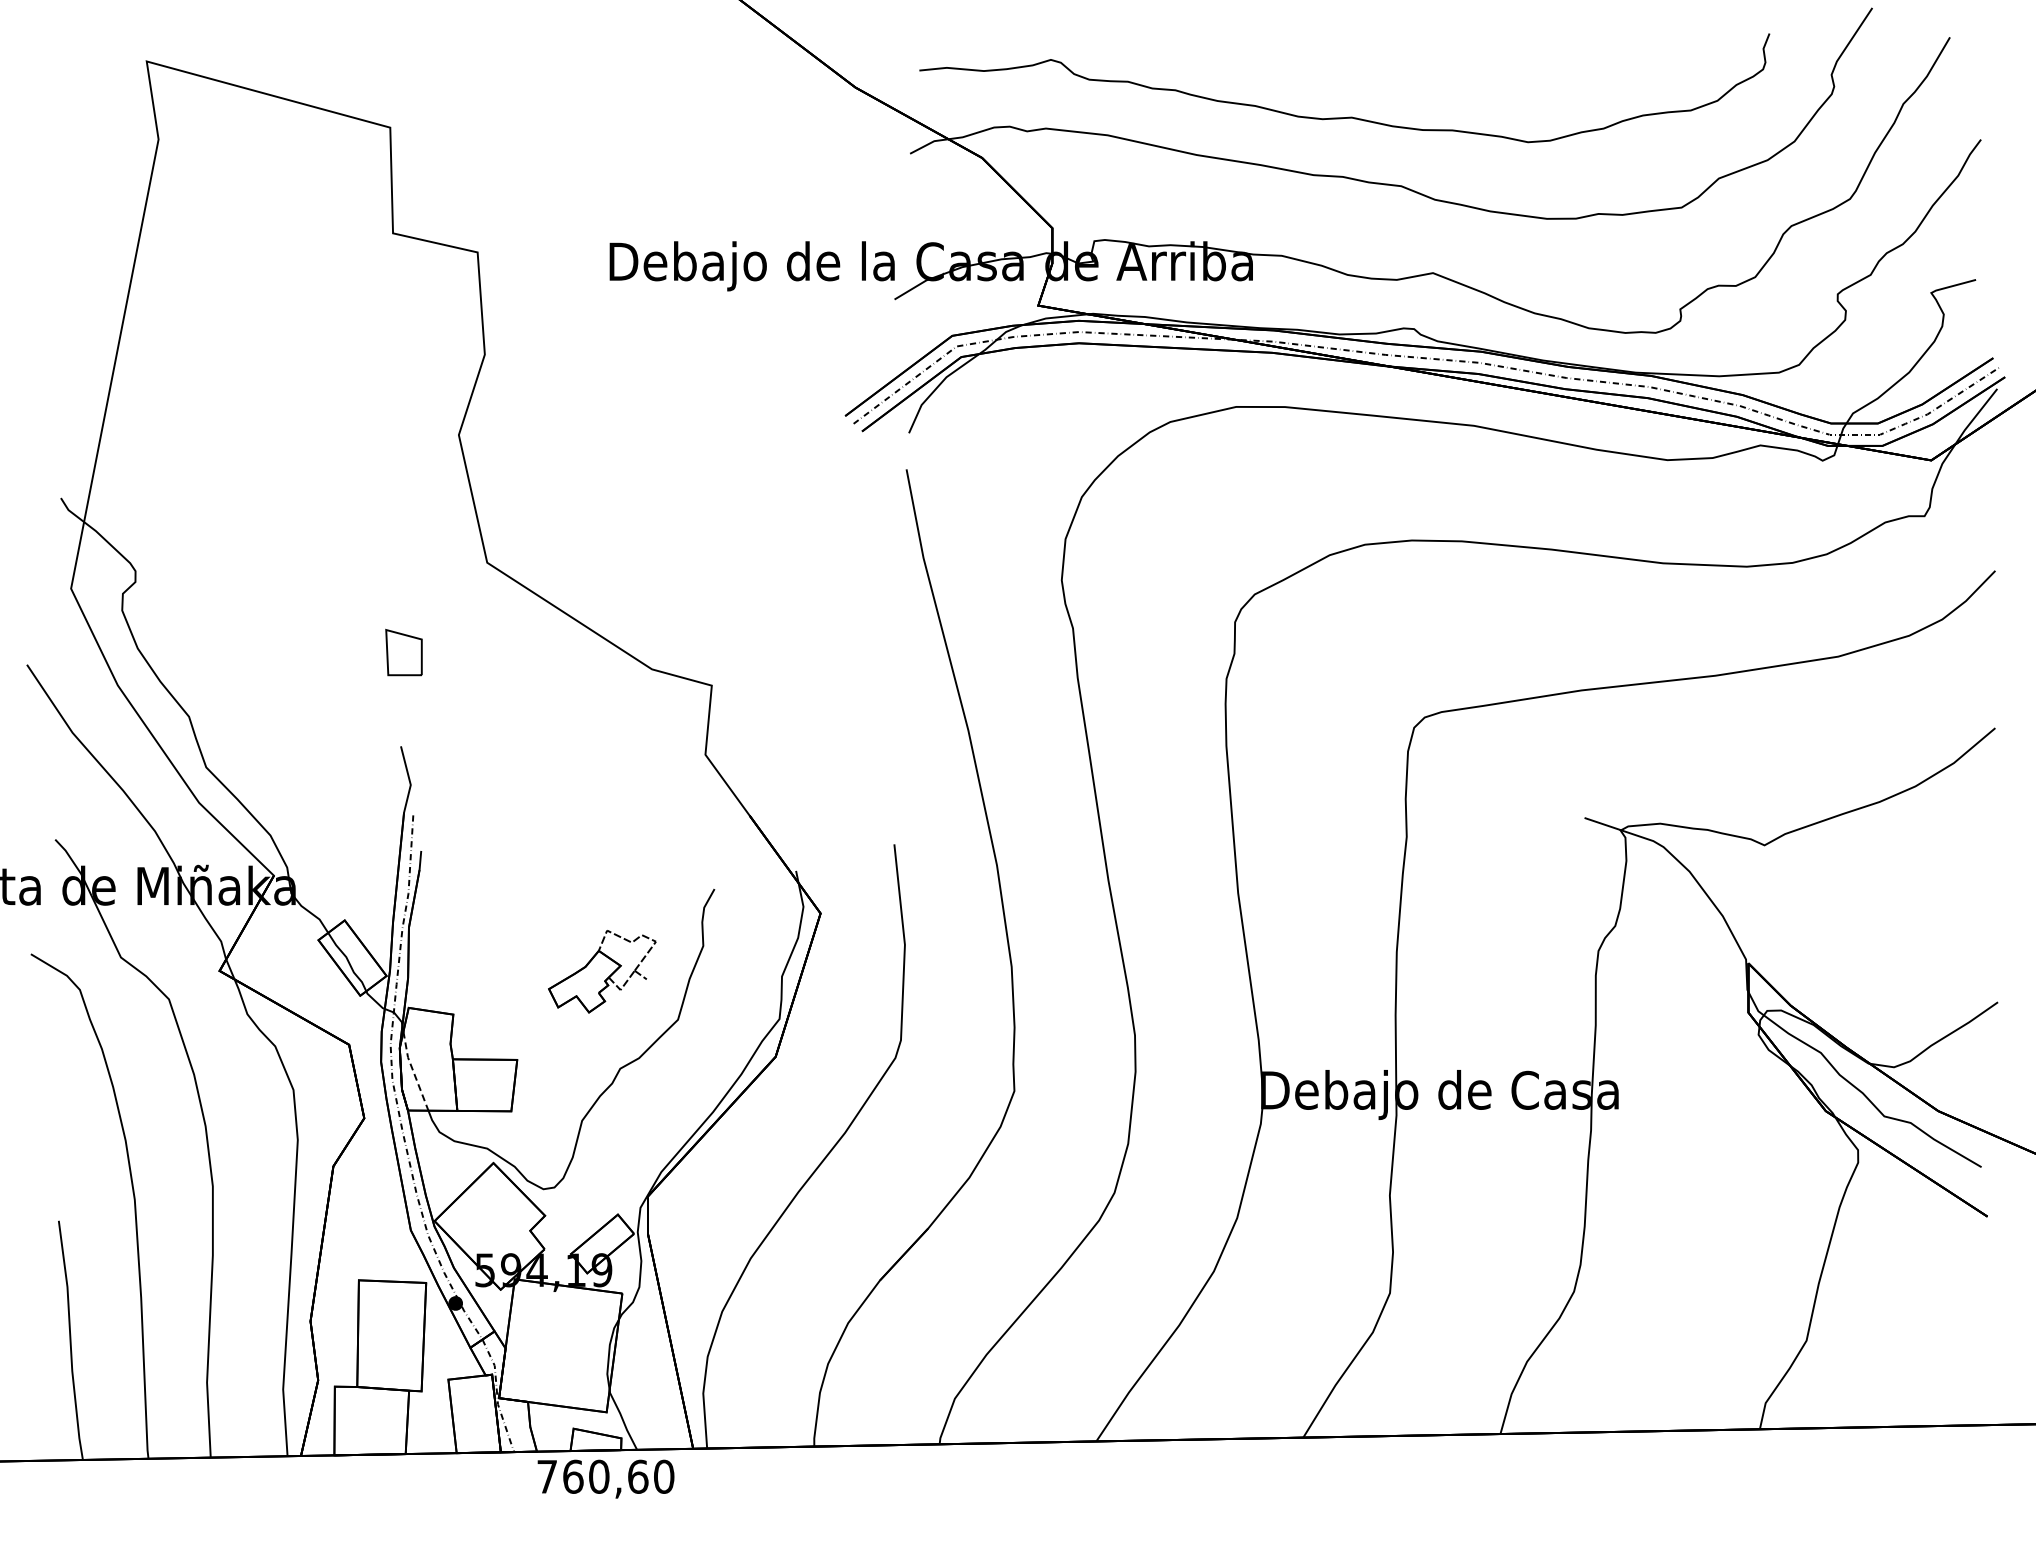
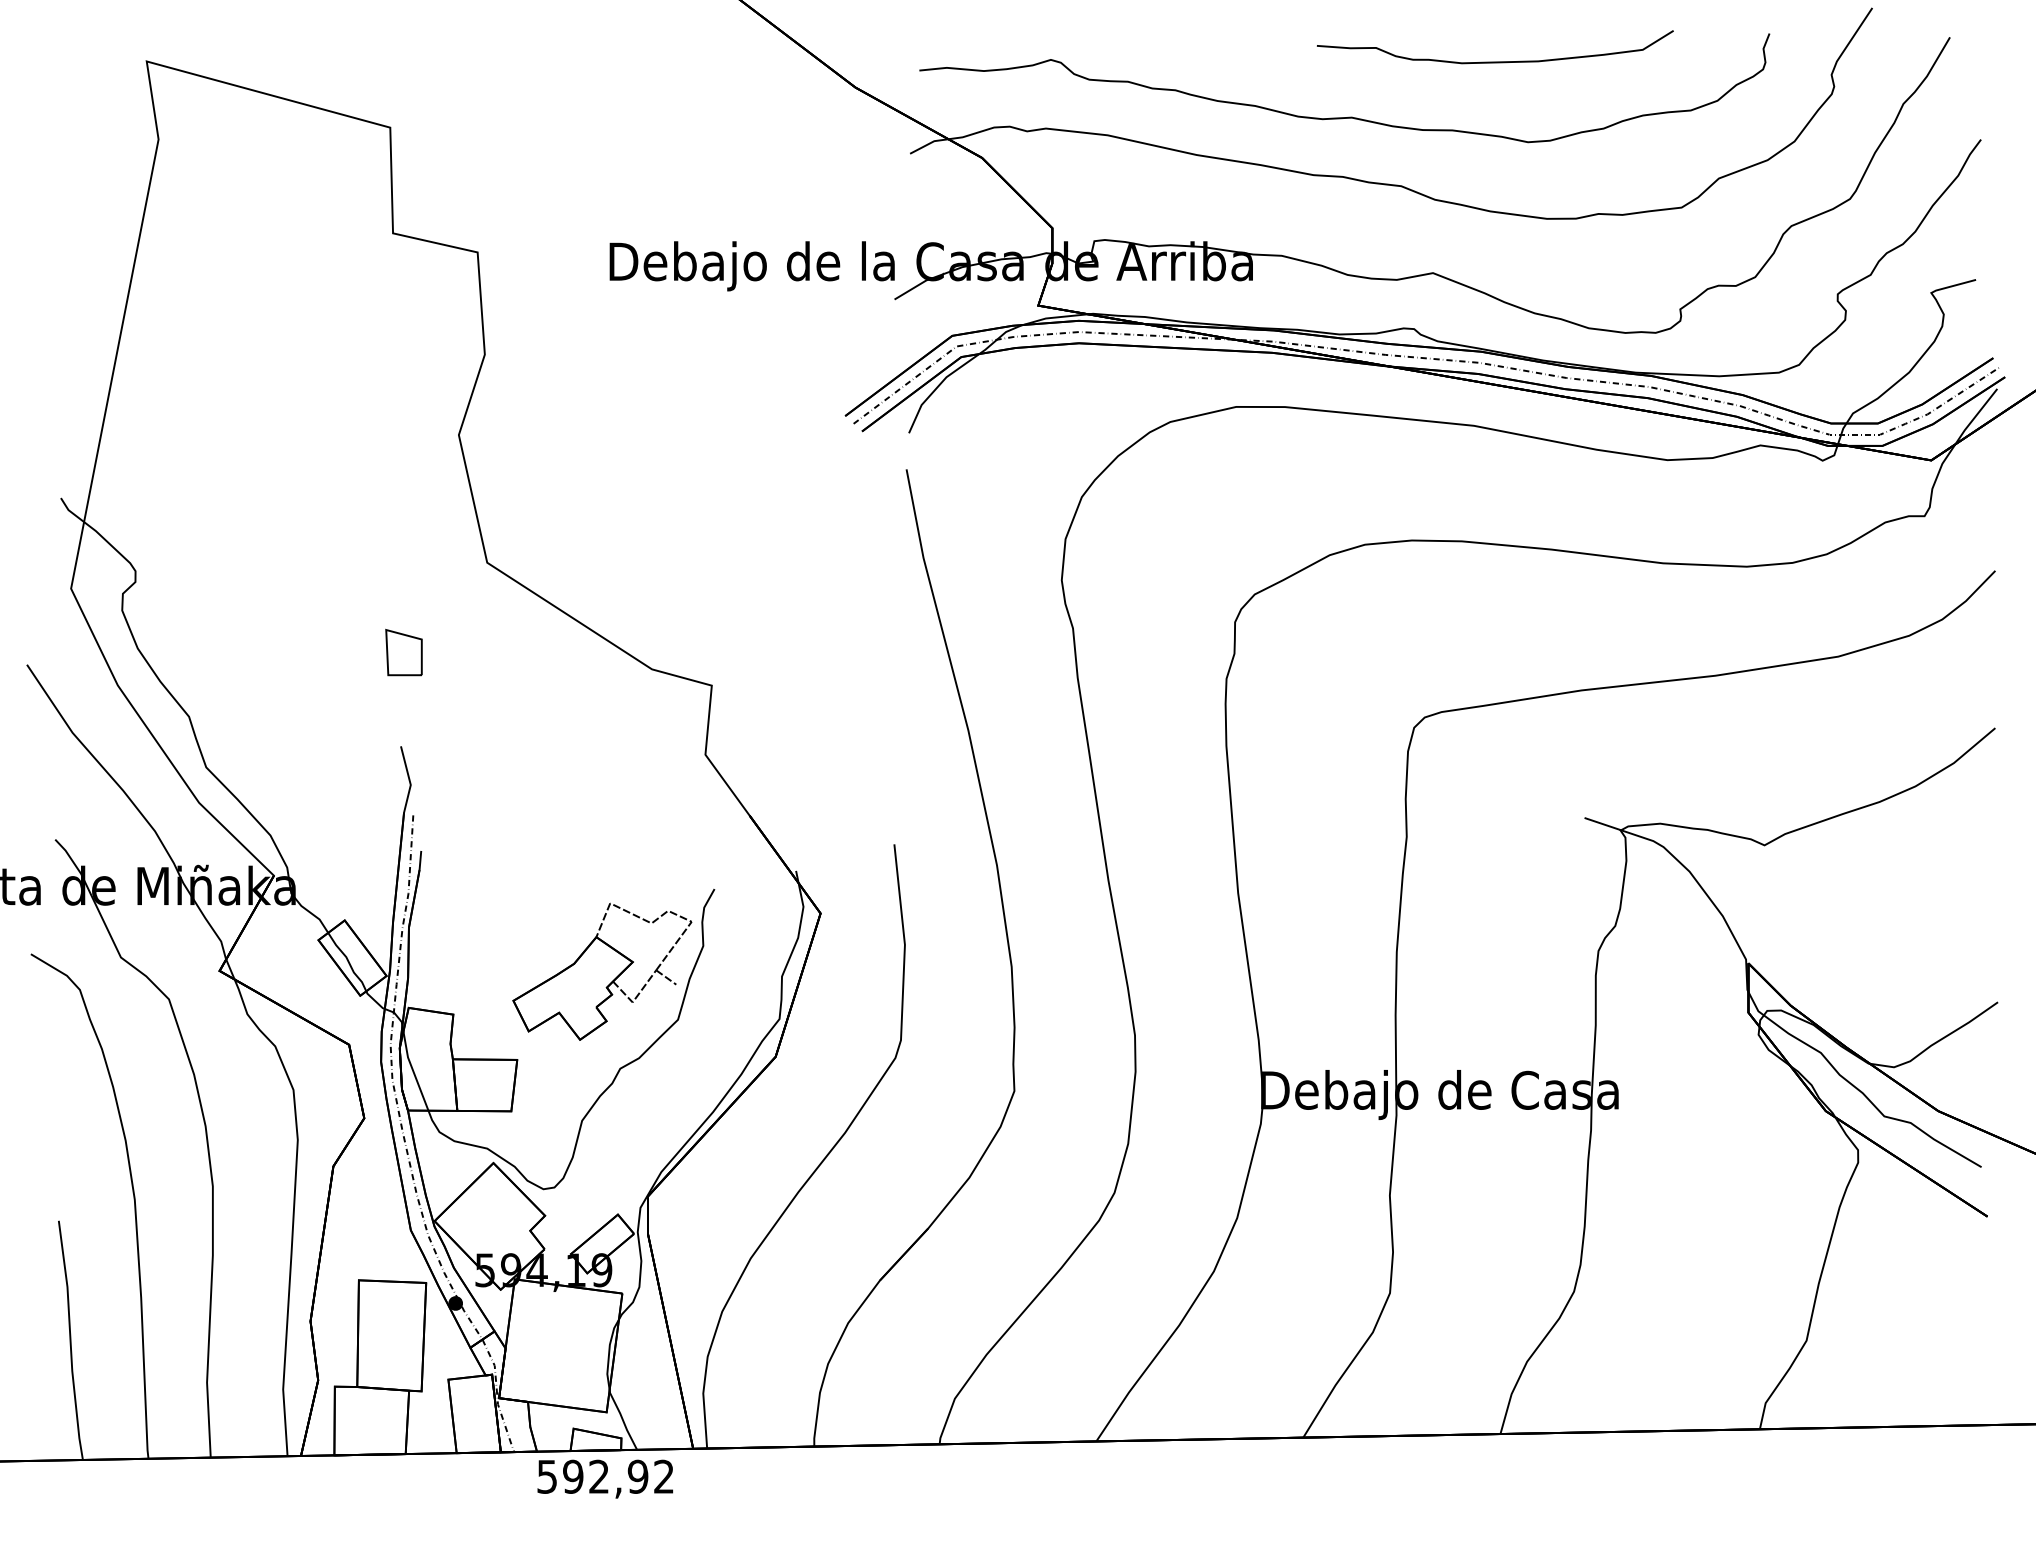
curve at (1495, 61): none -> present
part at (602, 971) size: 109x84 px -> 181x139 px
line at (413, 1071): dashed -> solid
text at (605, 1476): 760,60 -> 592,92
